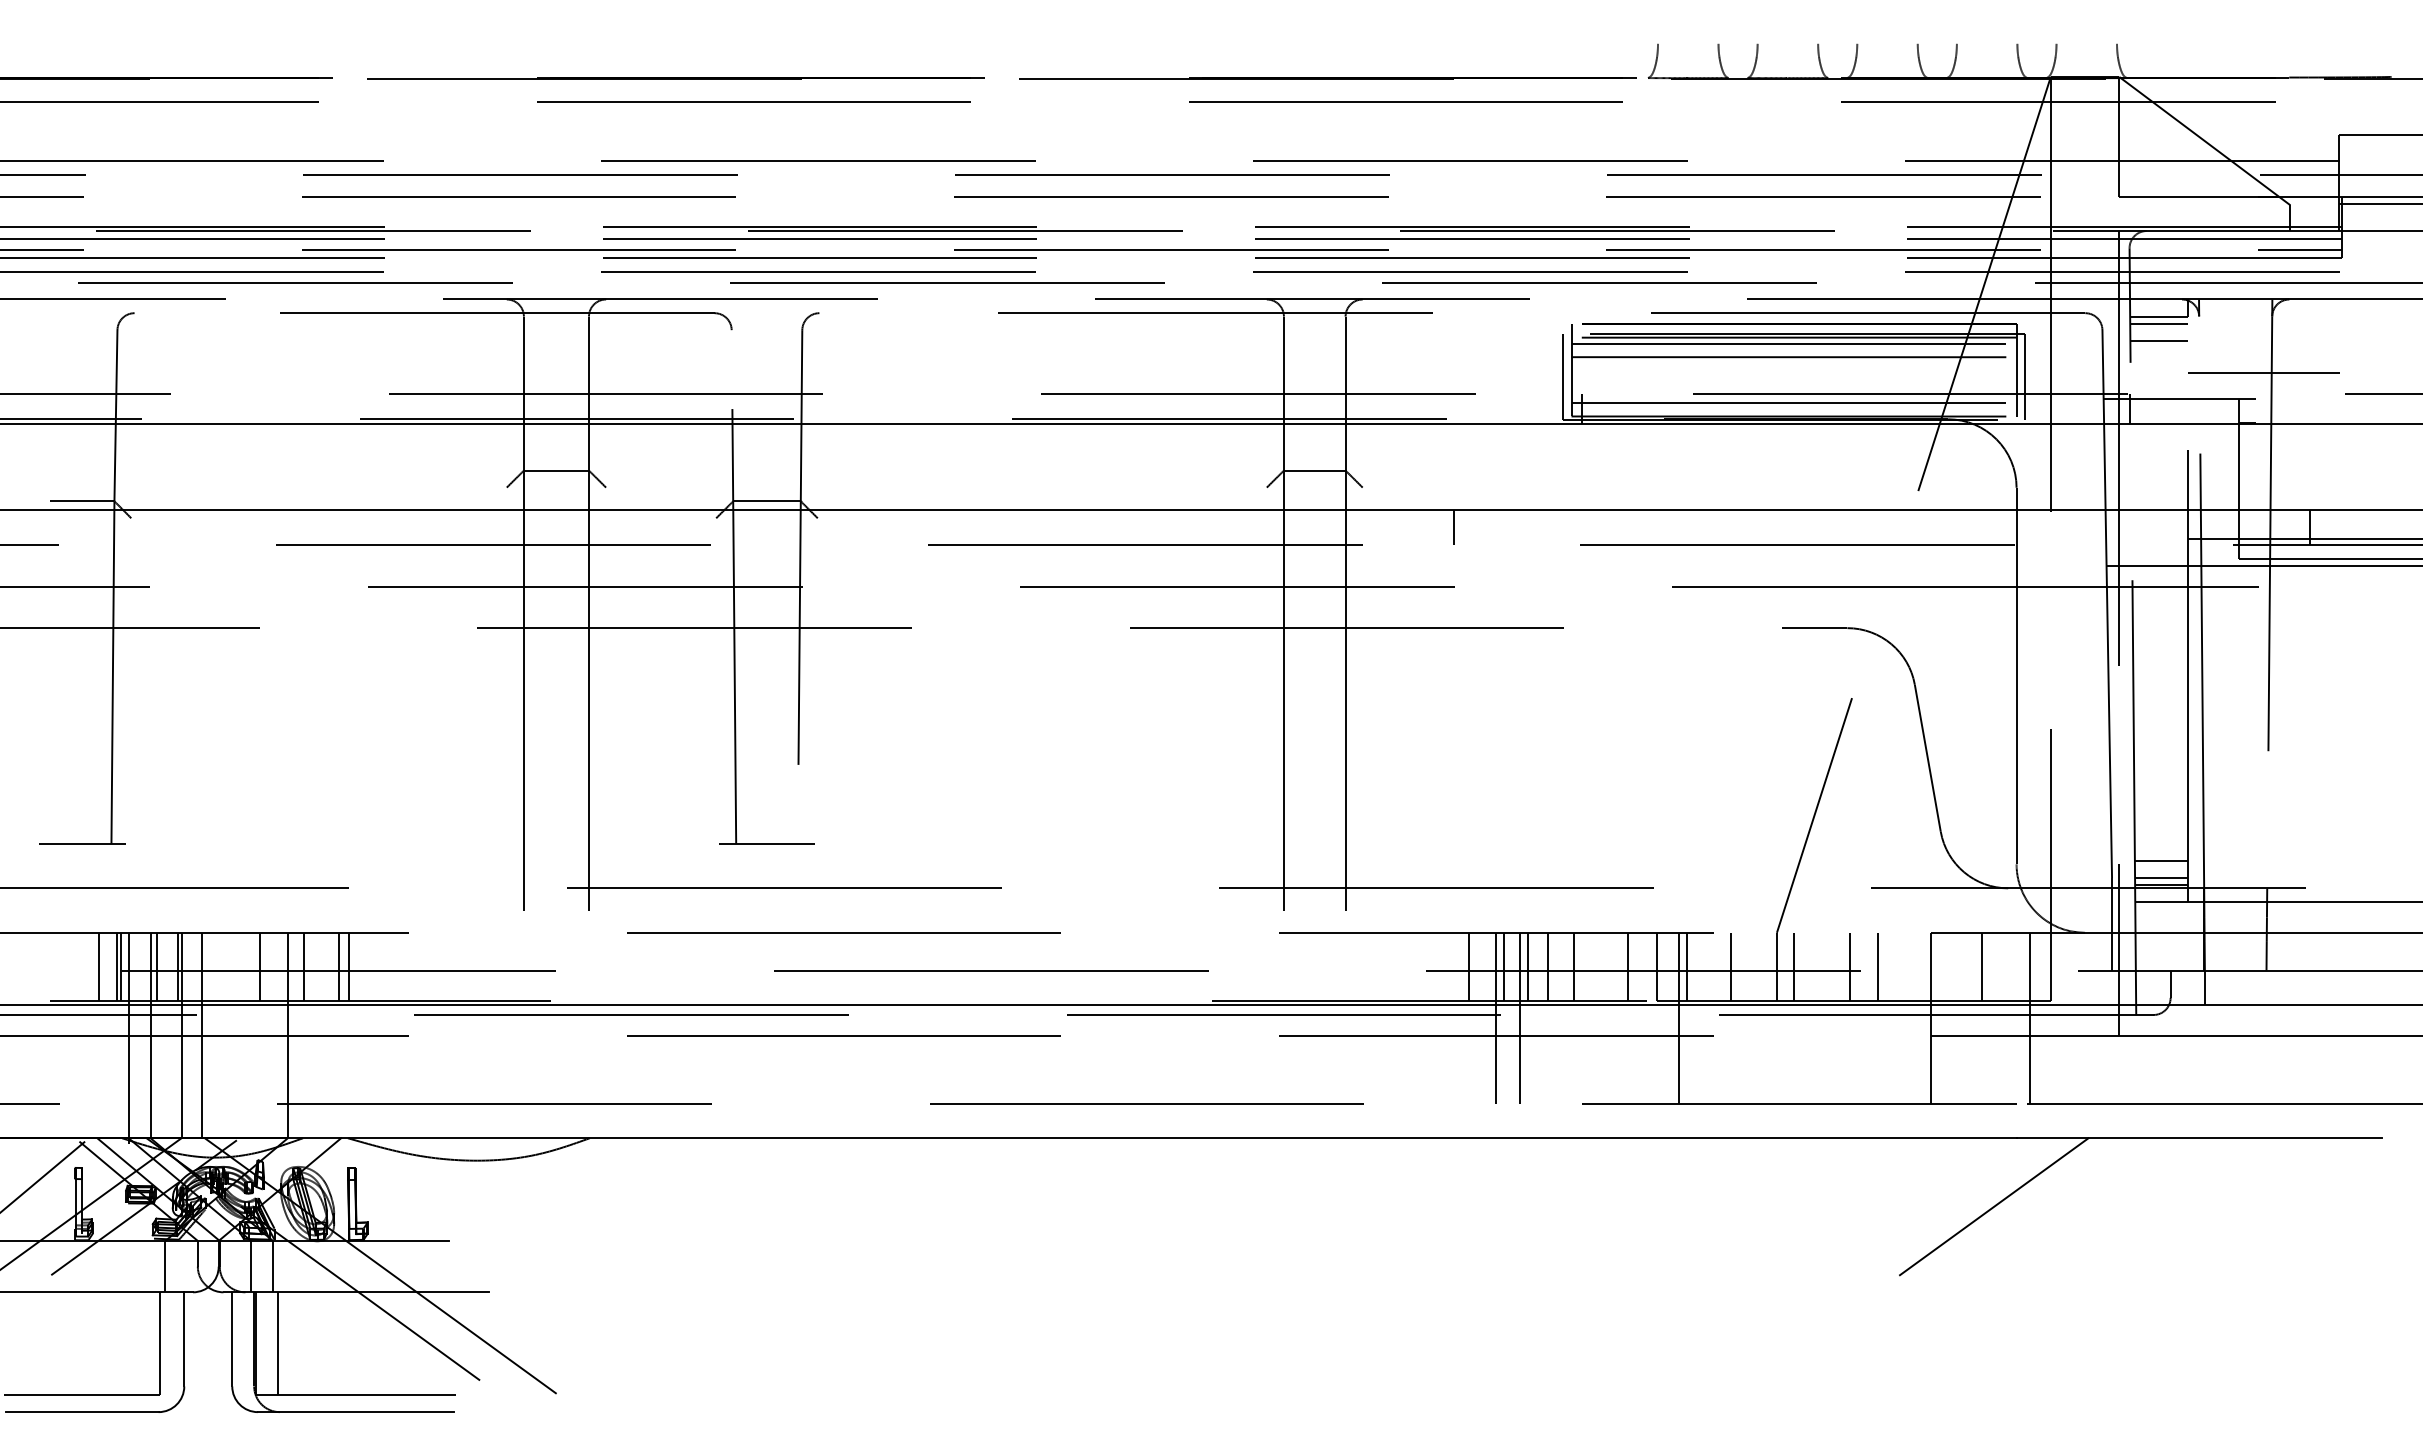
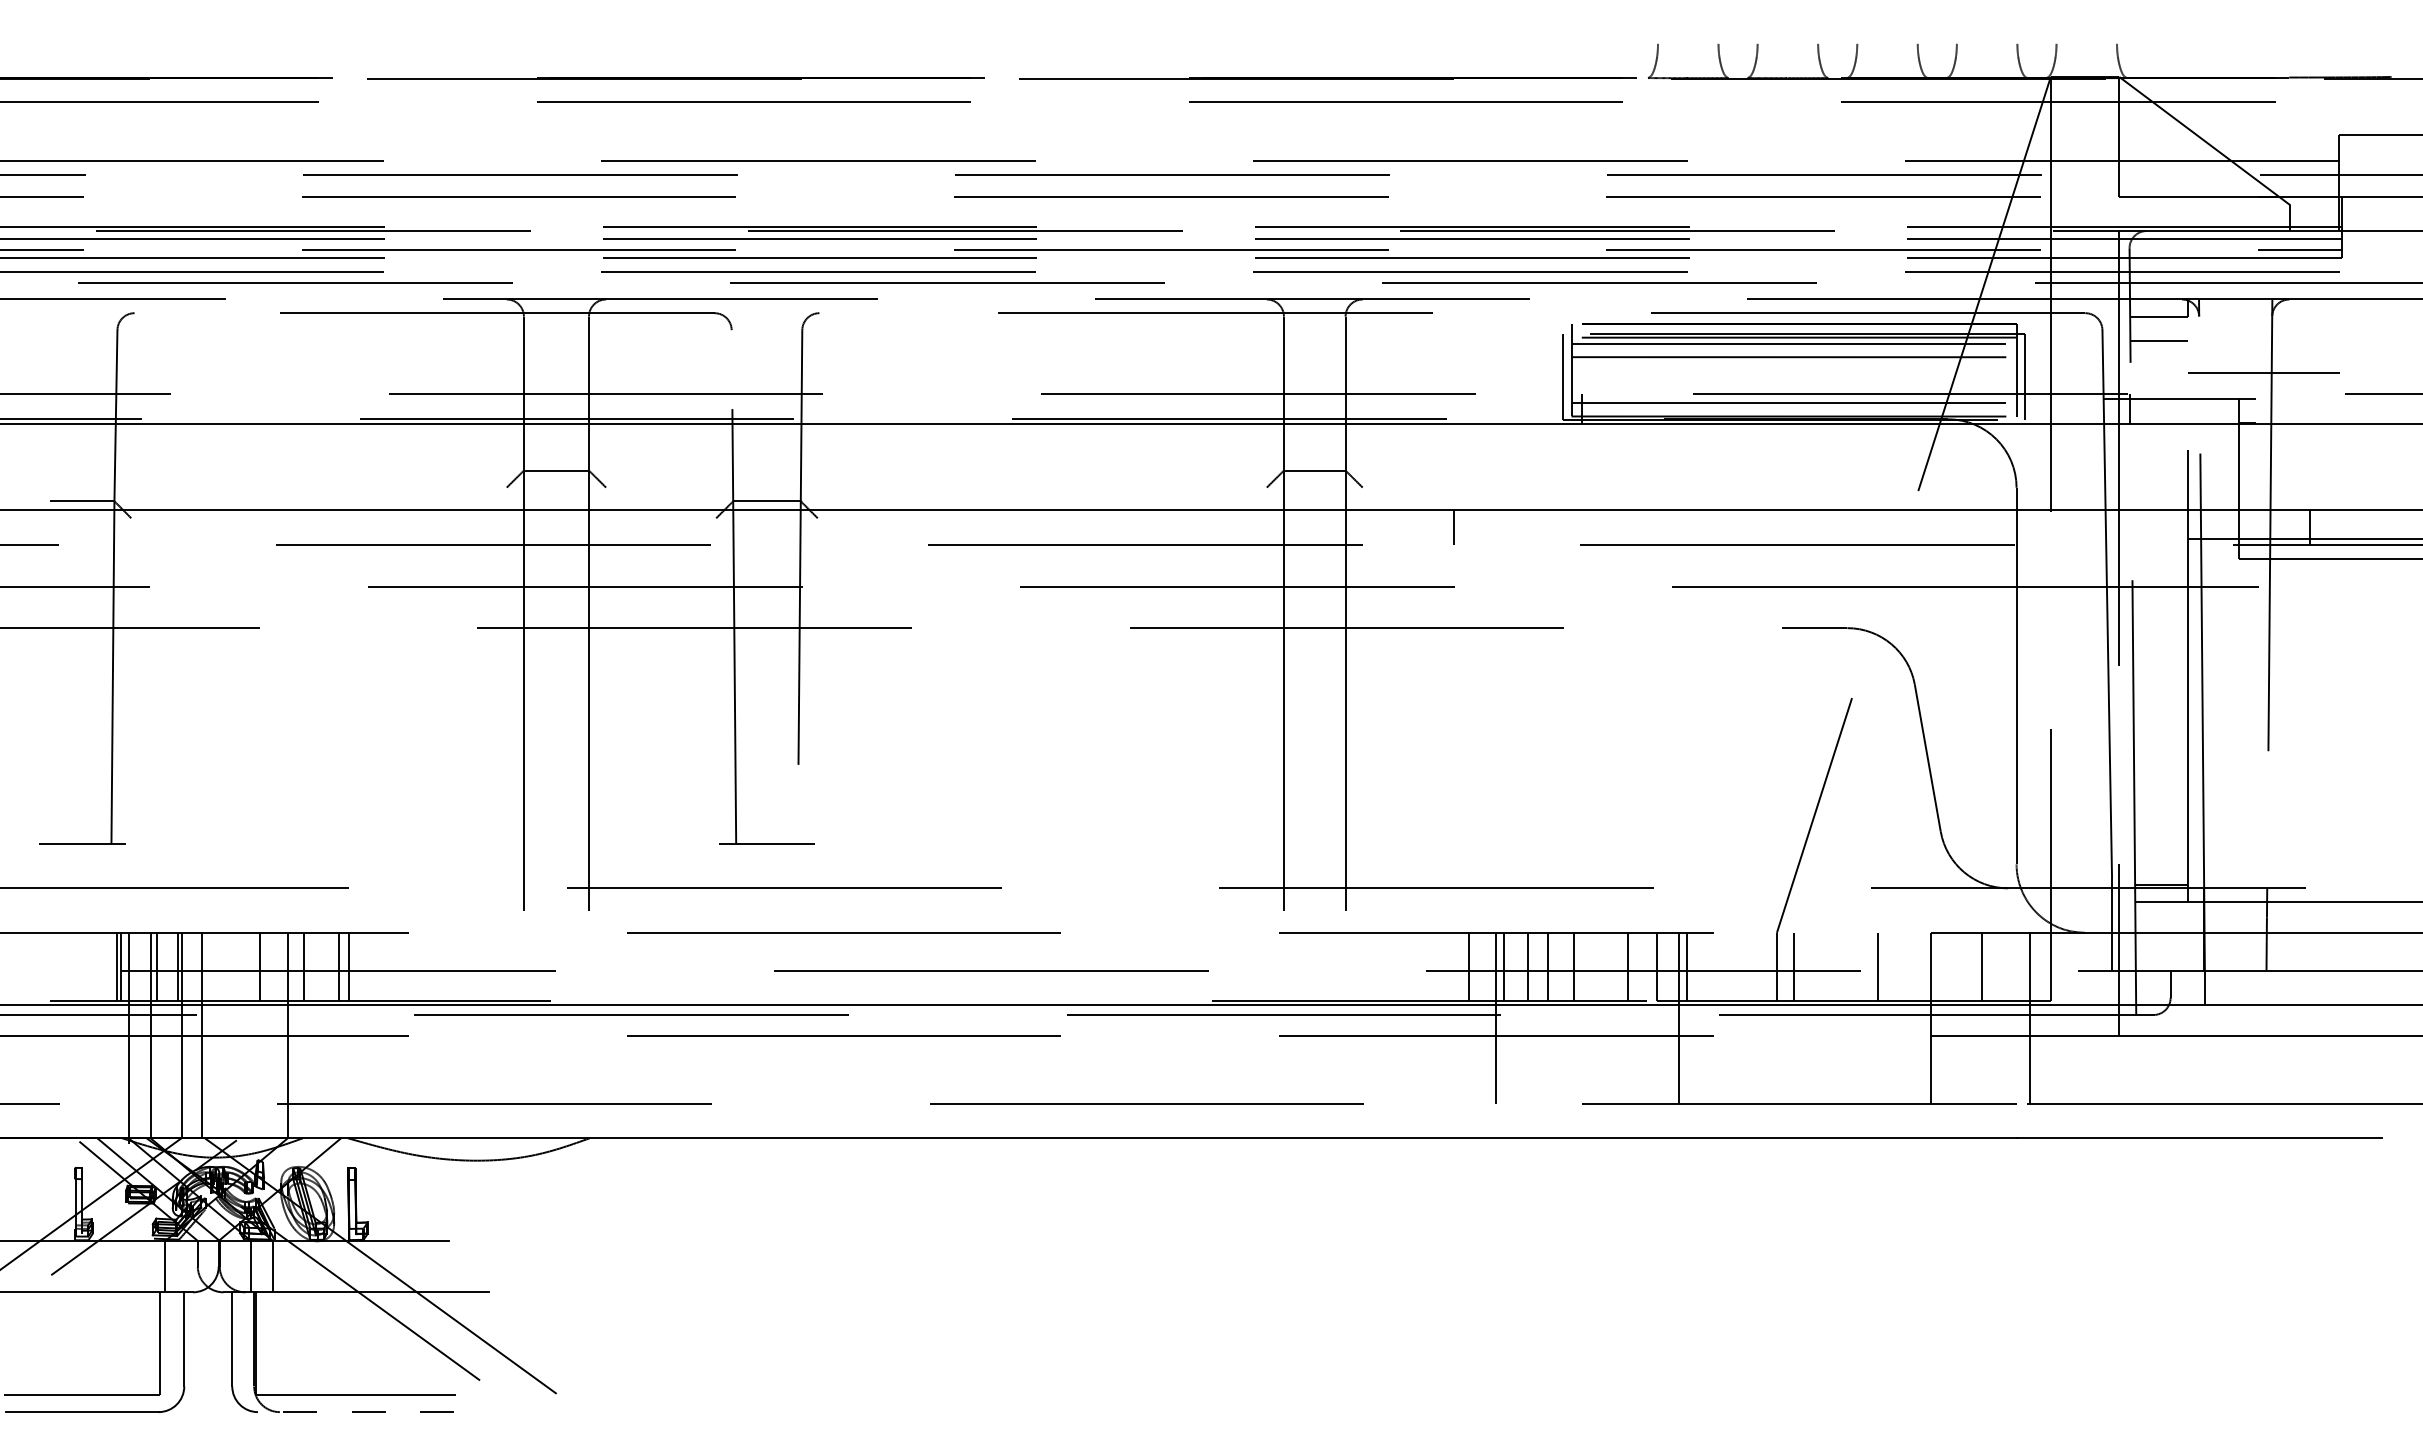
line at (2379, 203): present -> none
line at (2158, 323): present -> none
line at (2262, 565): present -> none
line at (2160, 860): present -> none
line at (2161, 877): present -> none
line at (99, 966): present -> none
line at (1730, 966): present -> none
line at (1849, 966): present -> none
line at (1520, 1018): present -> none
line at (43, 1176): present -> none
line at (1993, 1206): present -> none
line at (278, 1343): present -> none
line at (355, 1412): solid -> dashed
